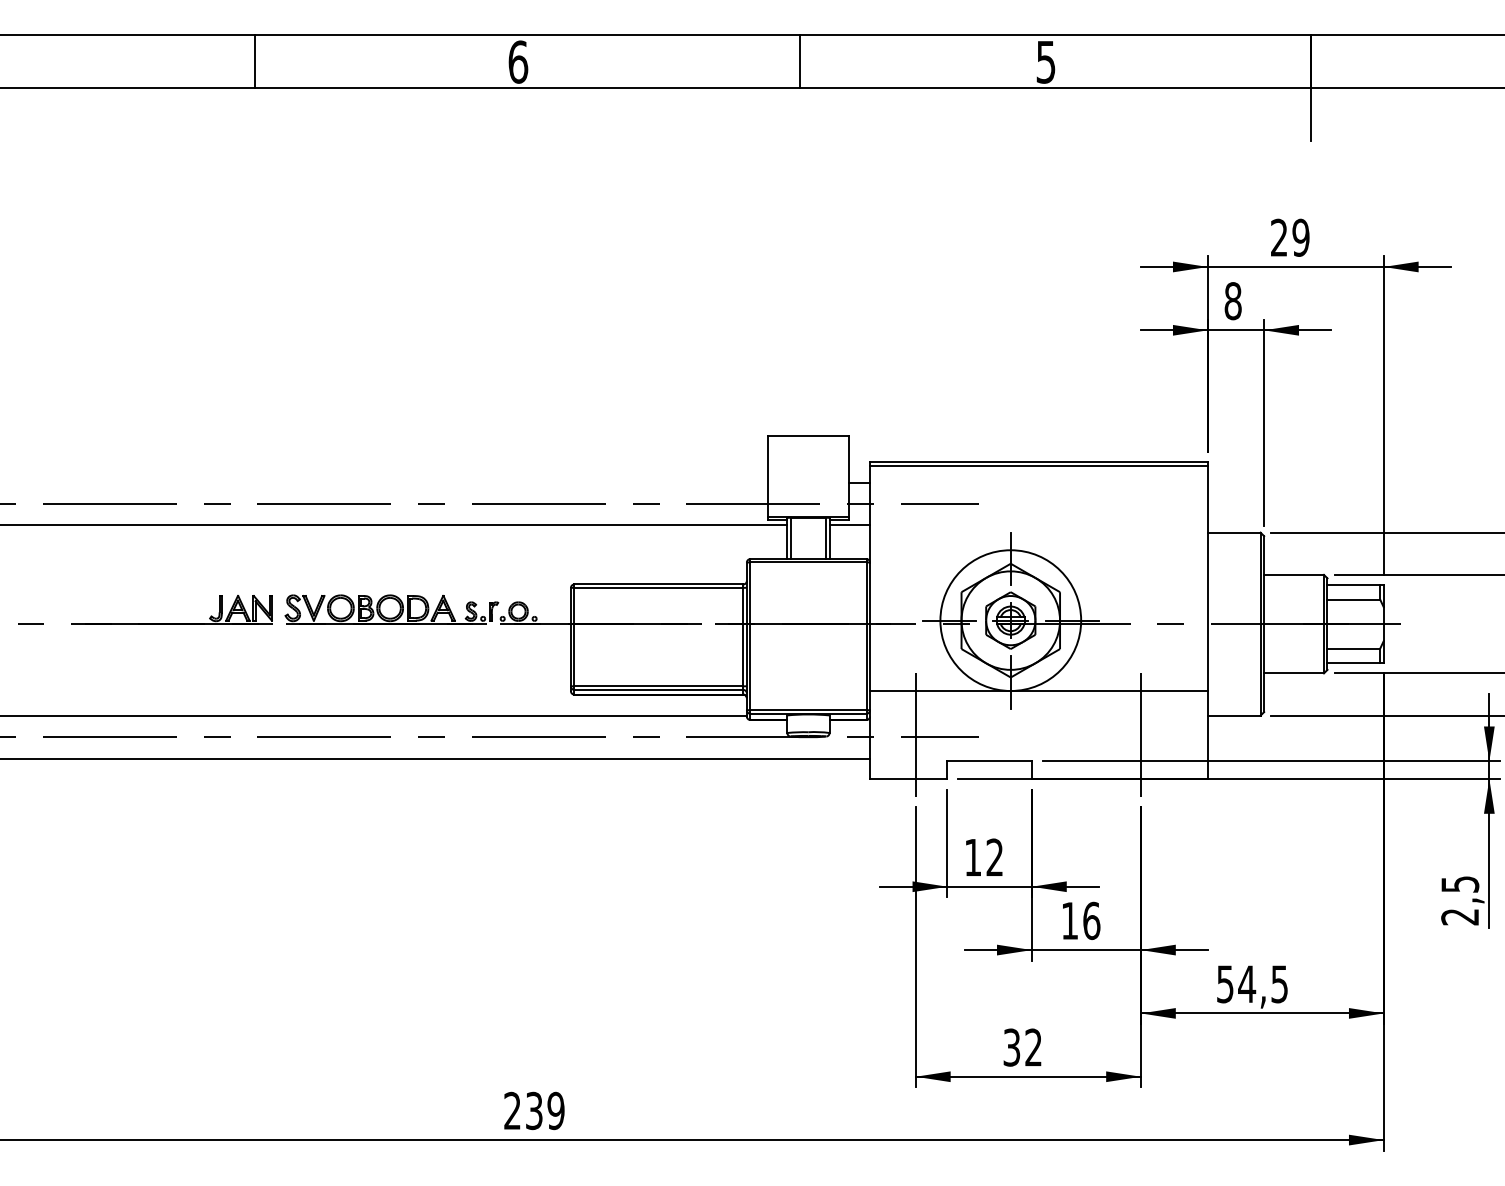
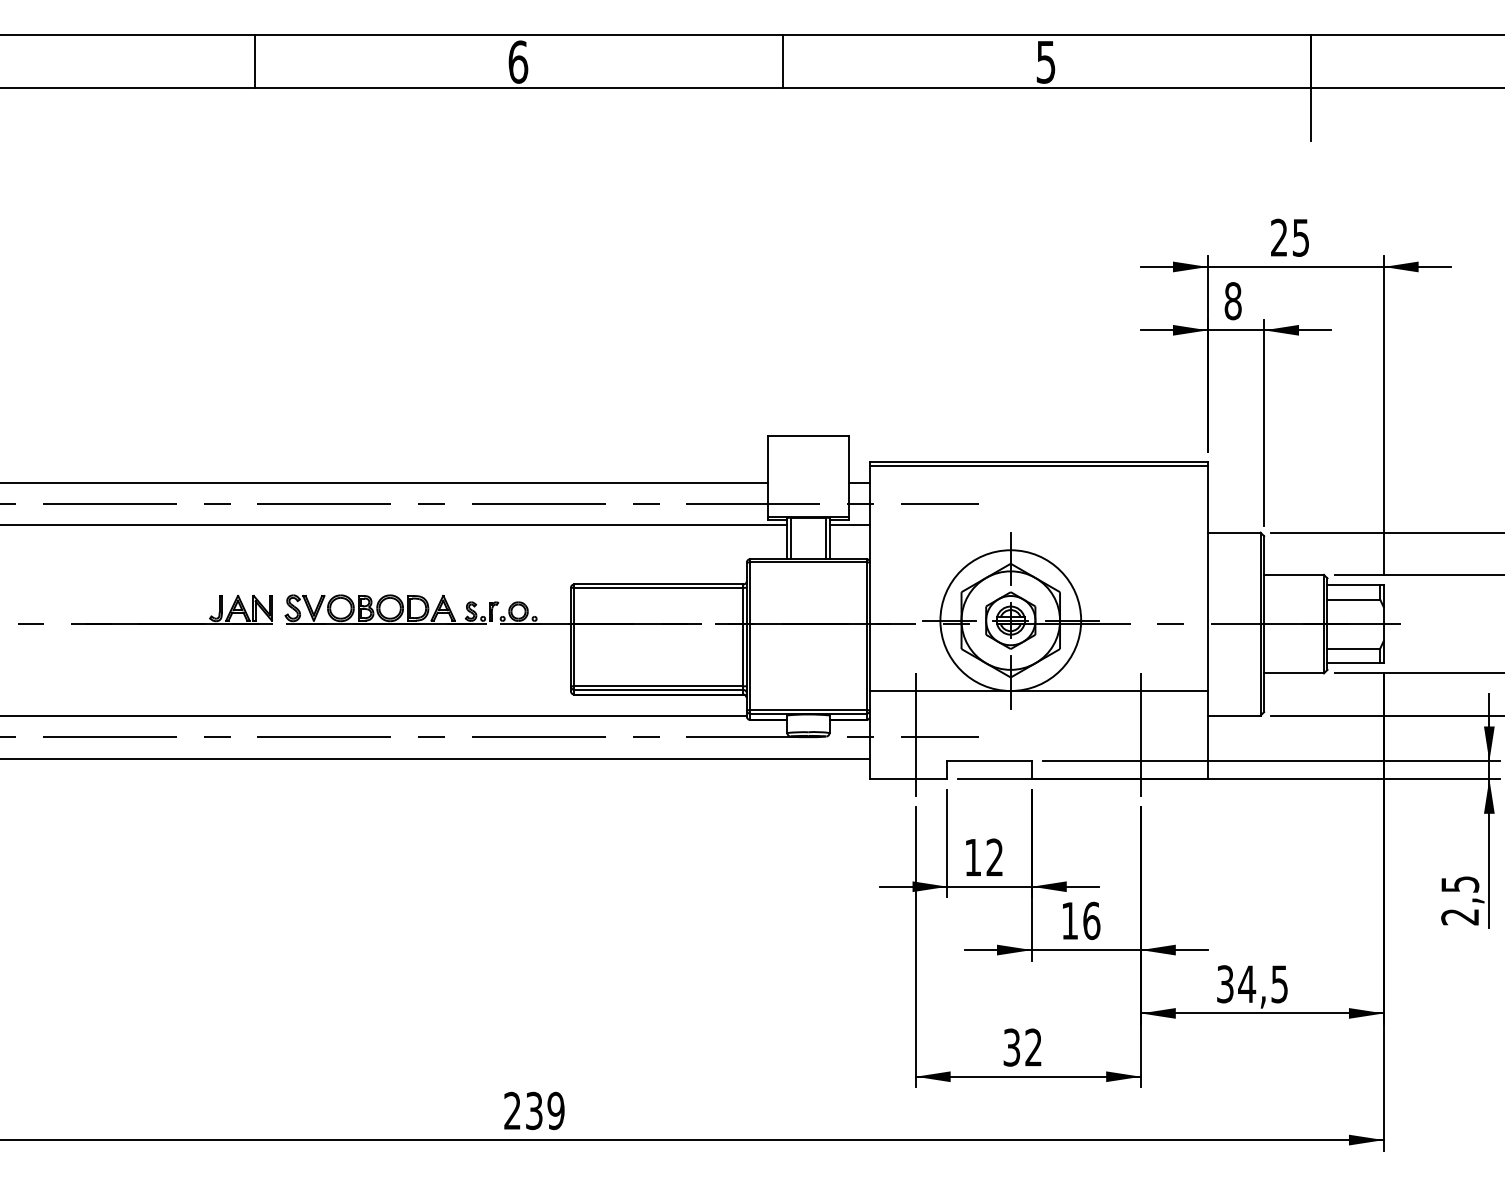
line at (799, 61) position: (799, 61) -> (782, 61)
text at (1300, 237): 29 -> 25
line at (384, 482): none -> present
text at (1225, 983): 54,5 -> 34,5
